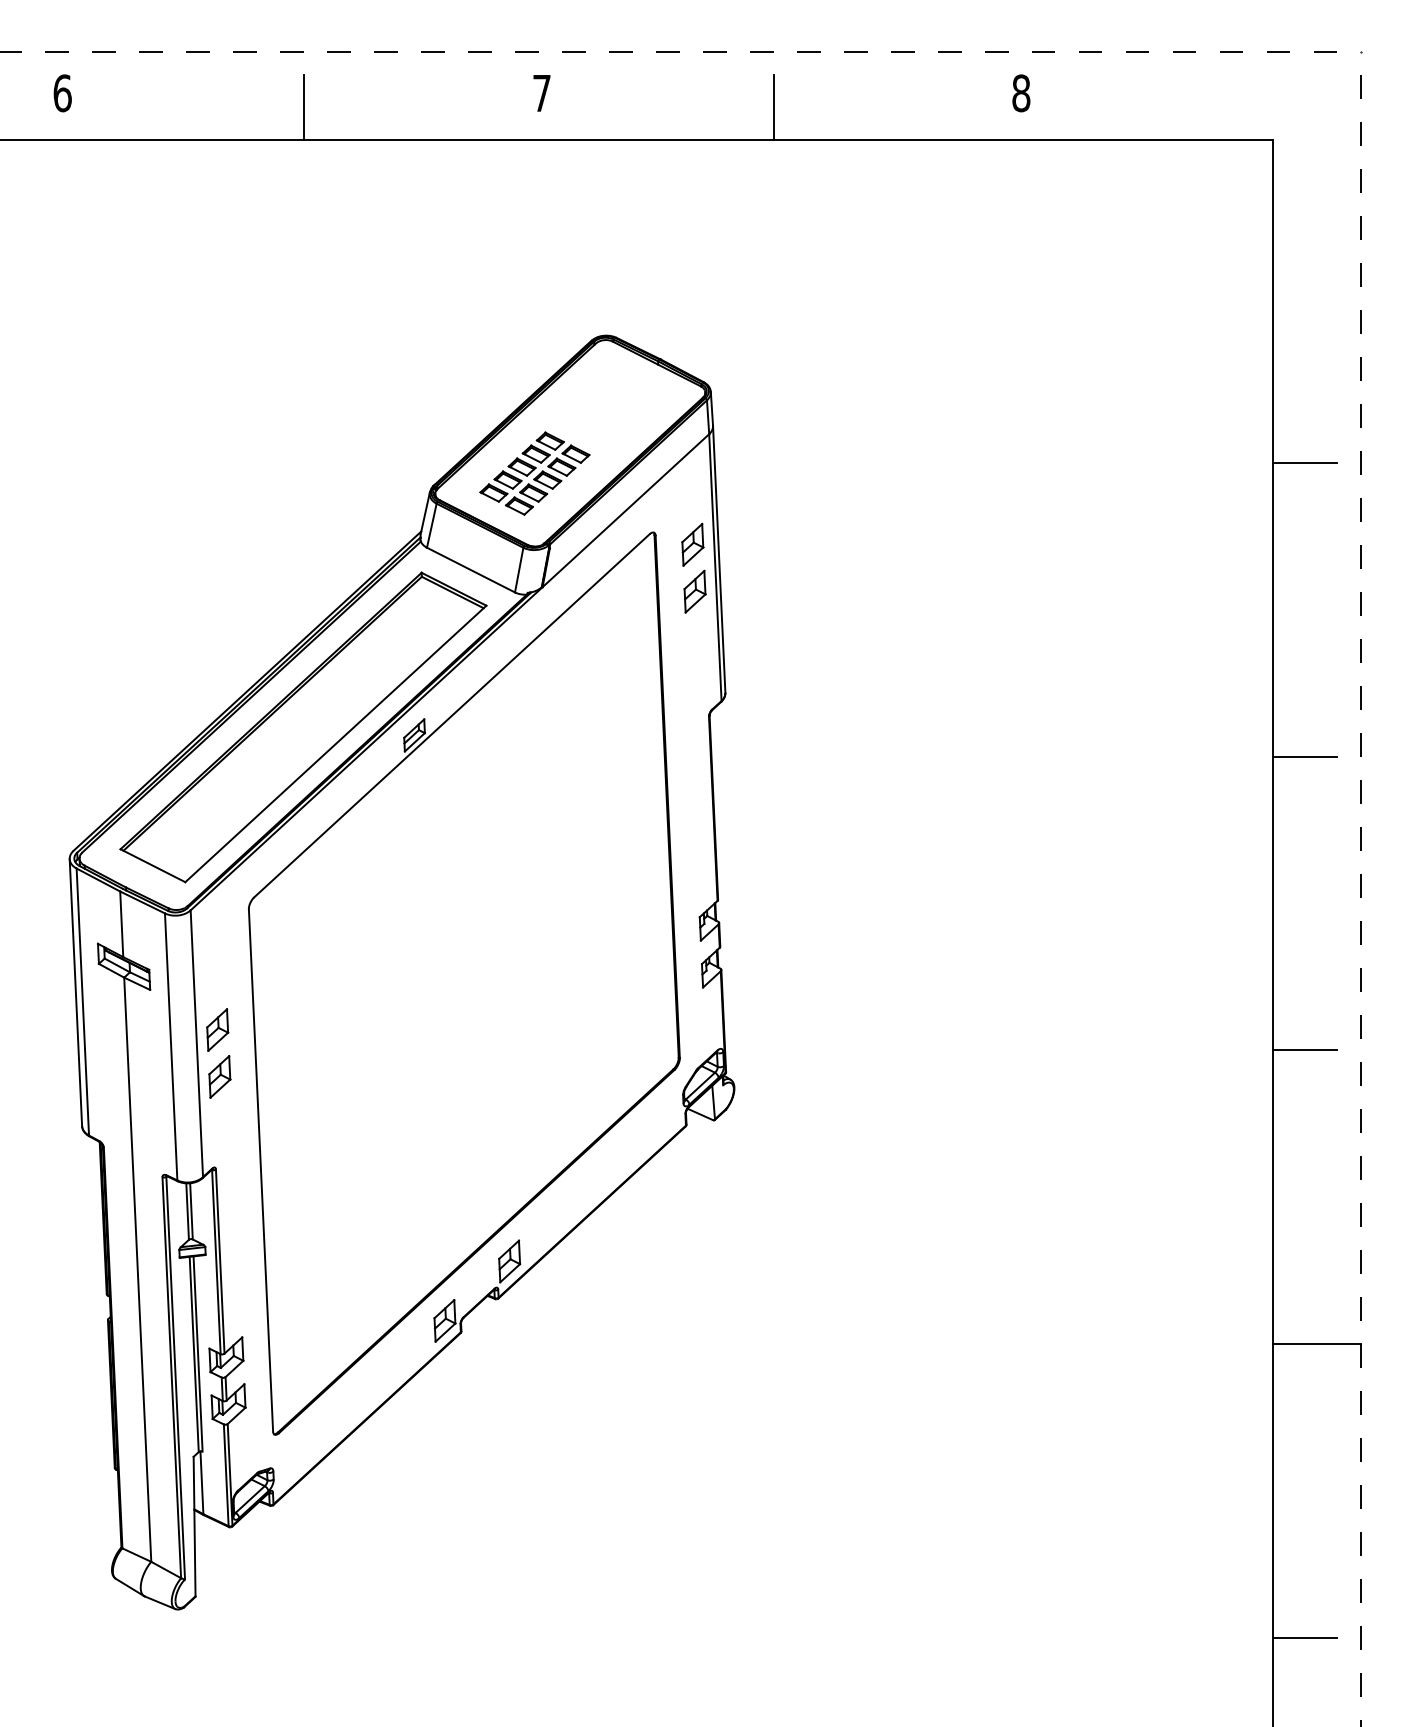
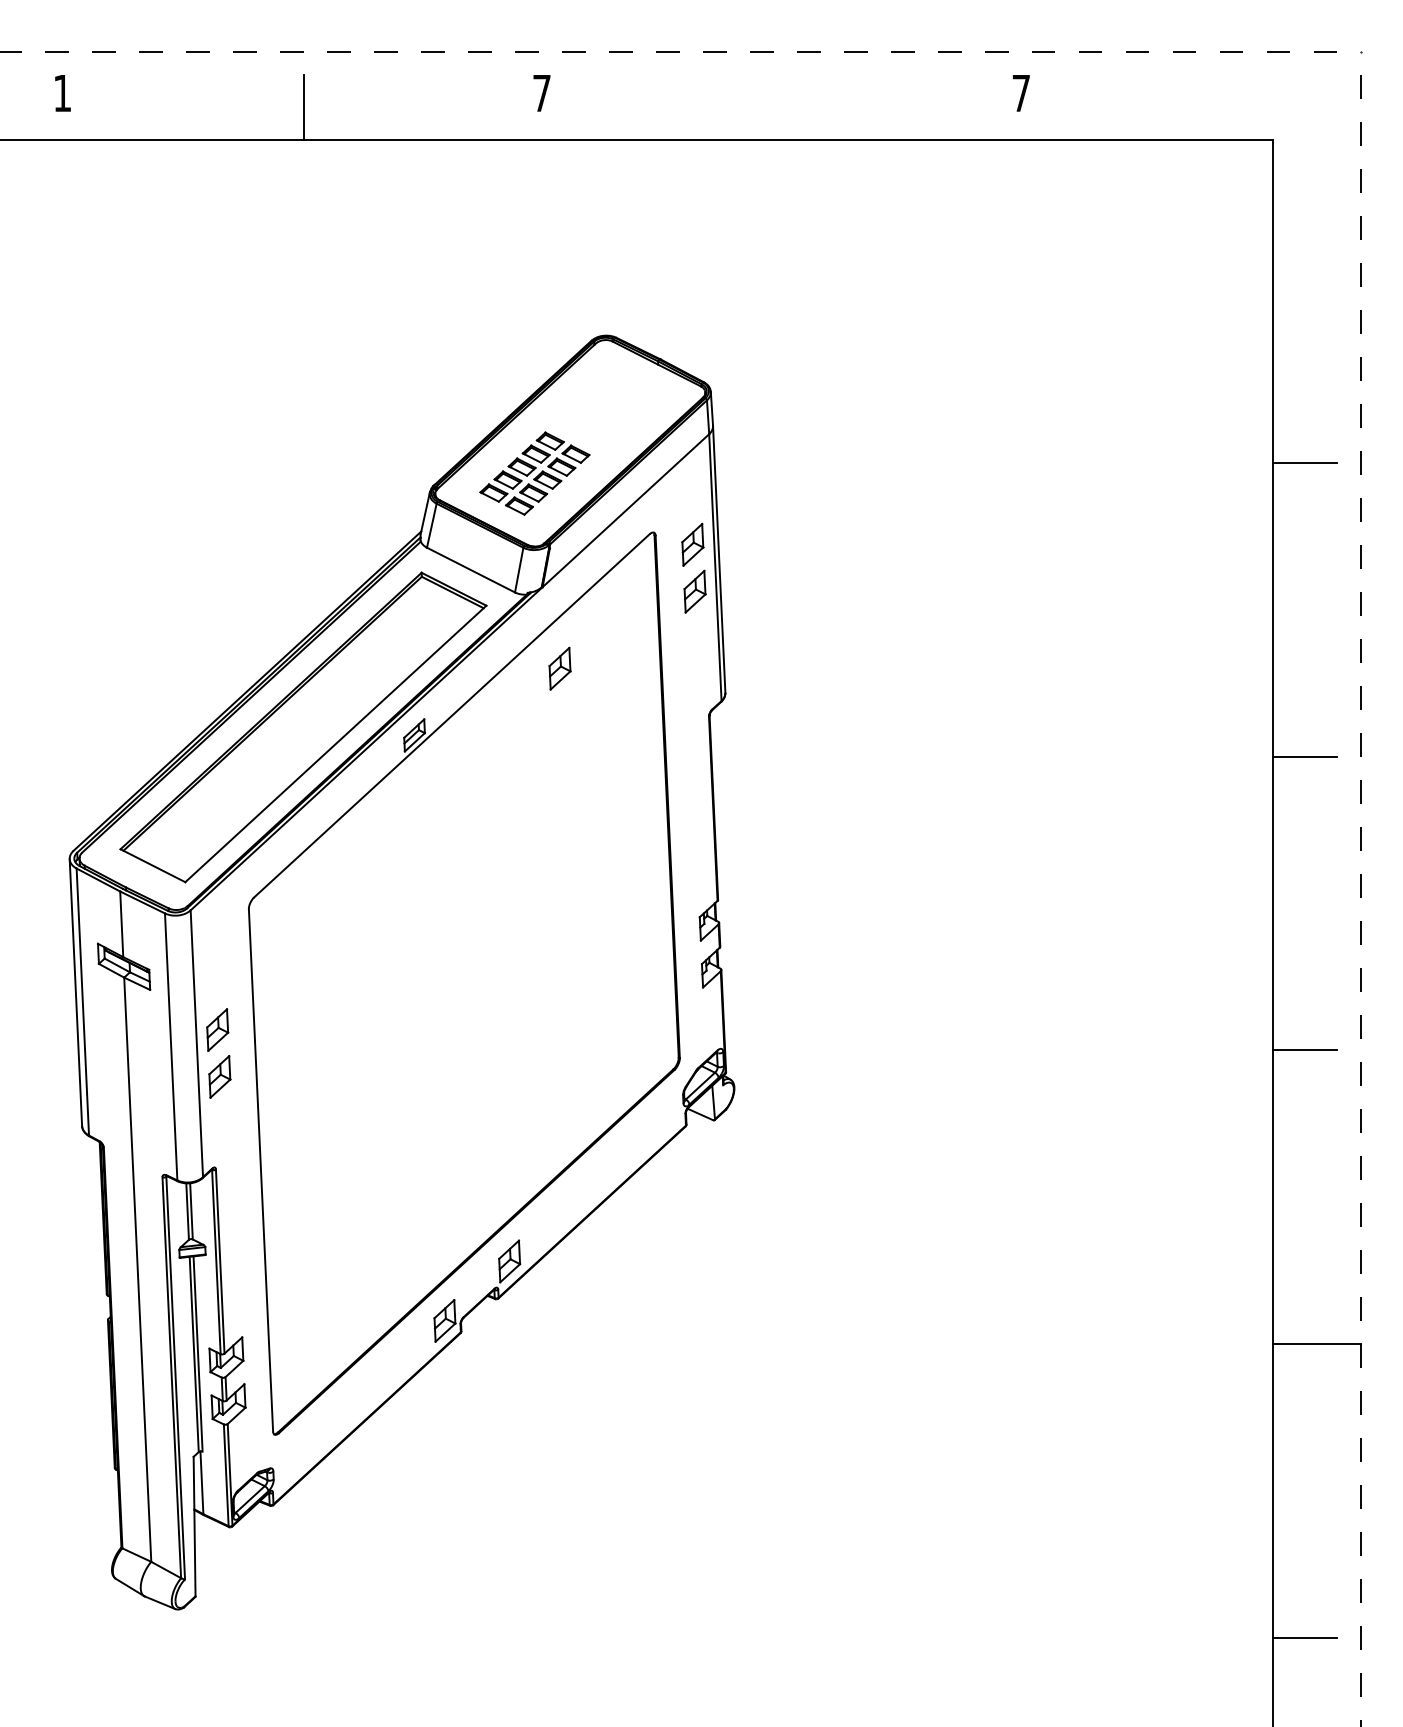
text at (62, 93): 6 -> 1
text at (1021, 93): 8 -> 7
line at (773, 107): present -> none
part at (559, 668): none -> present
